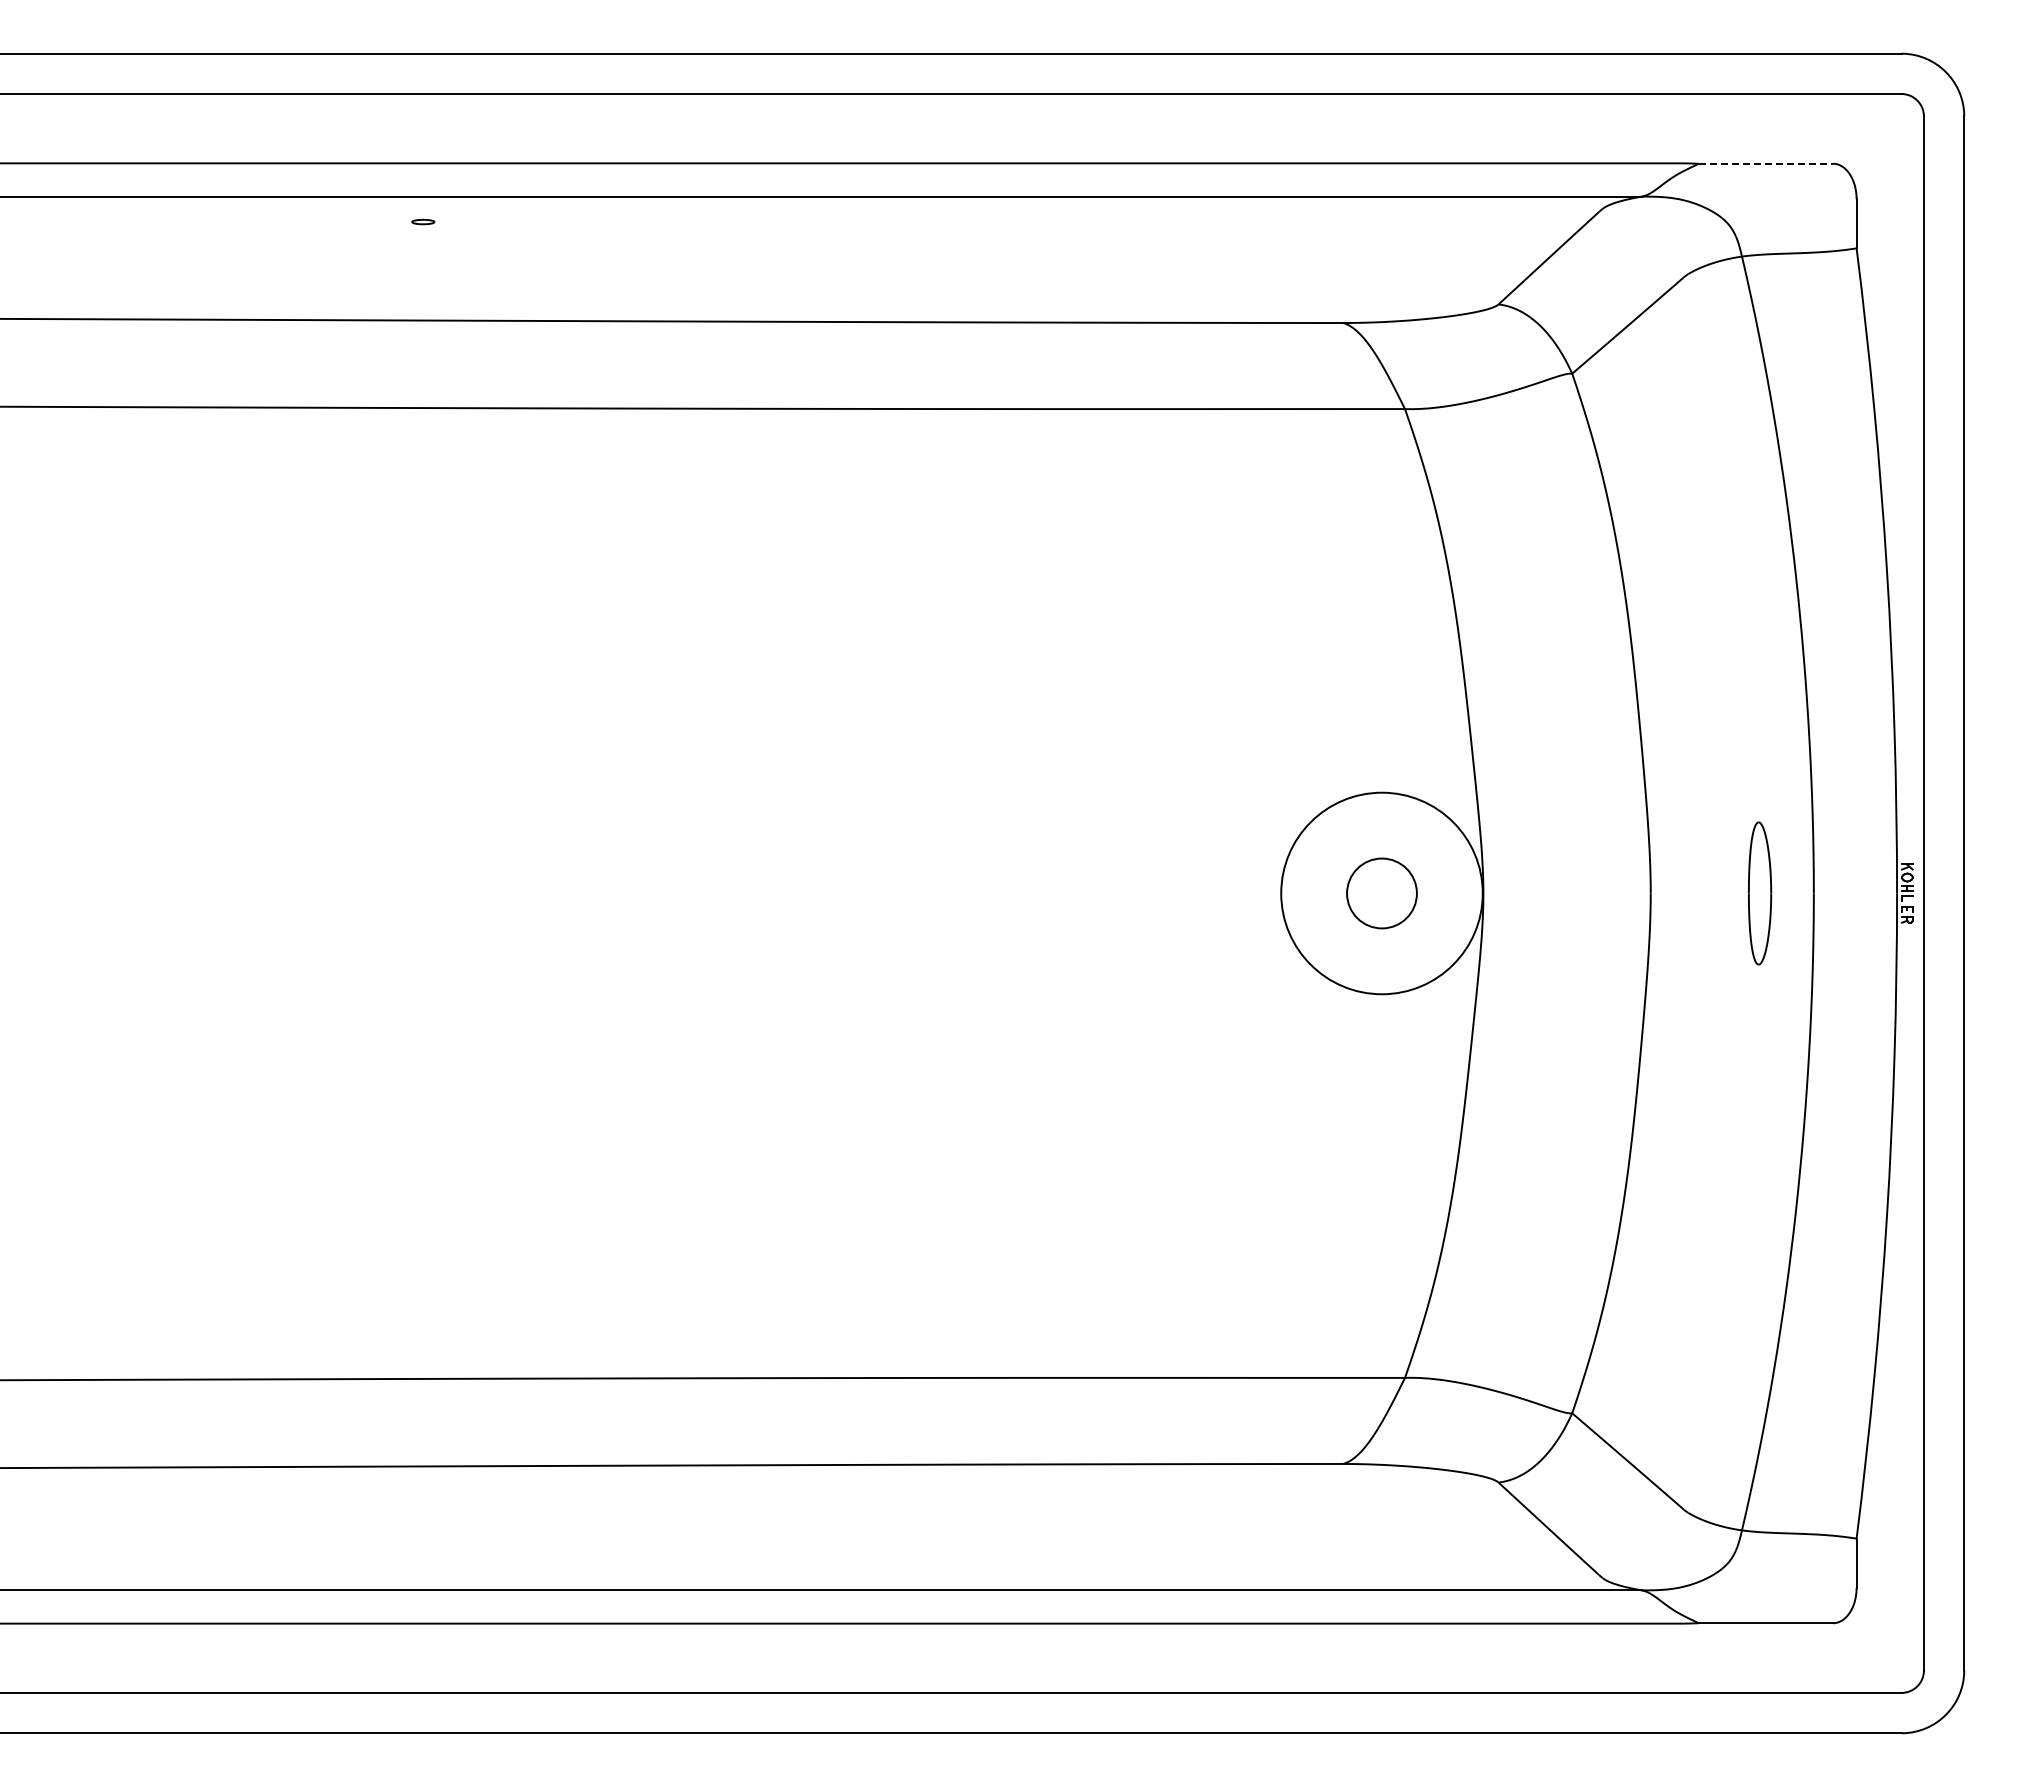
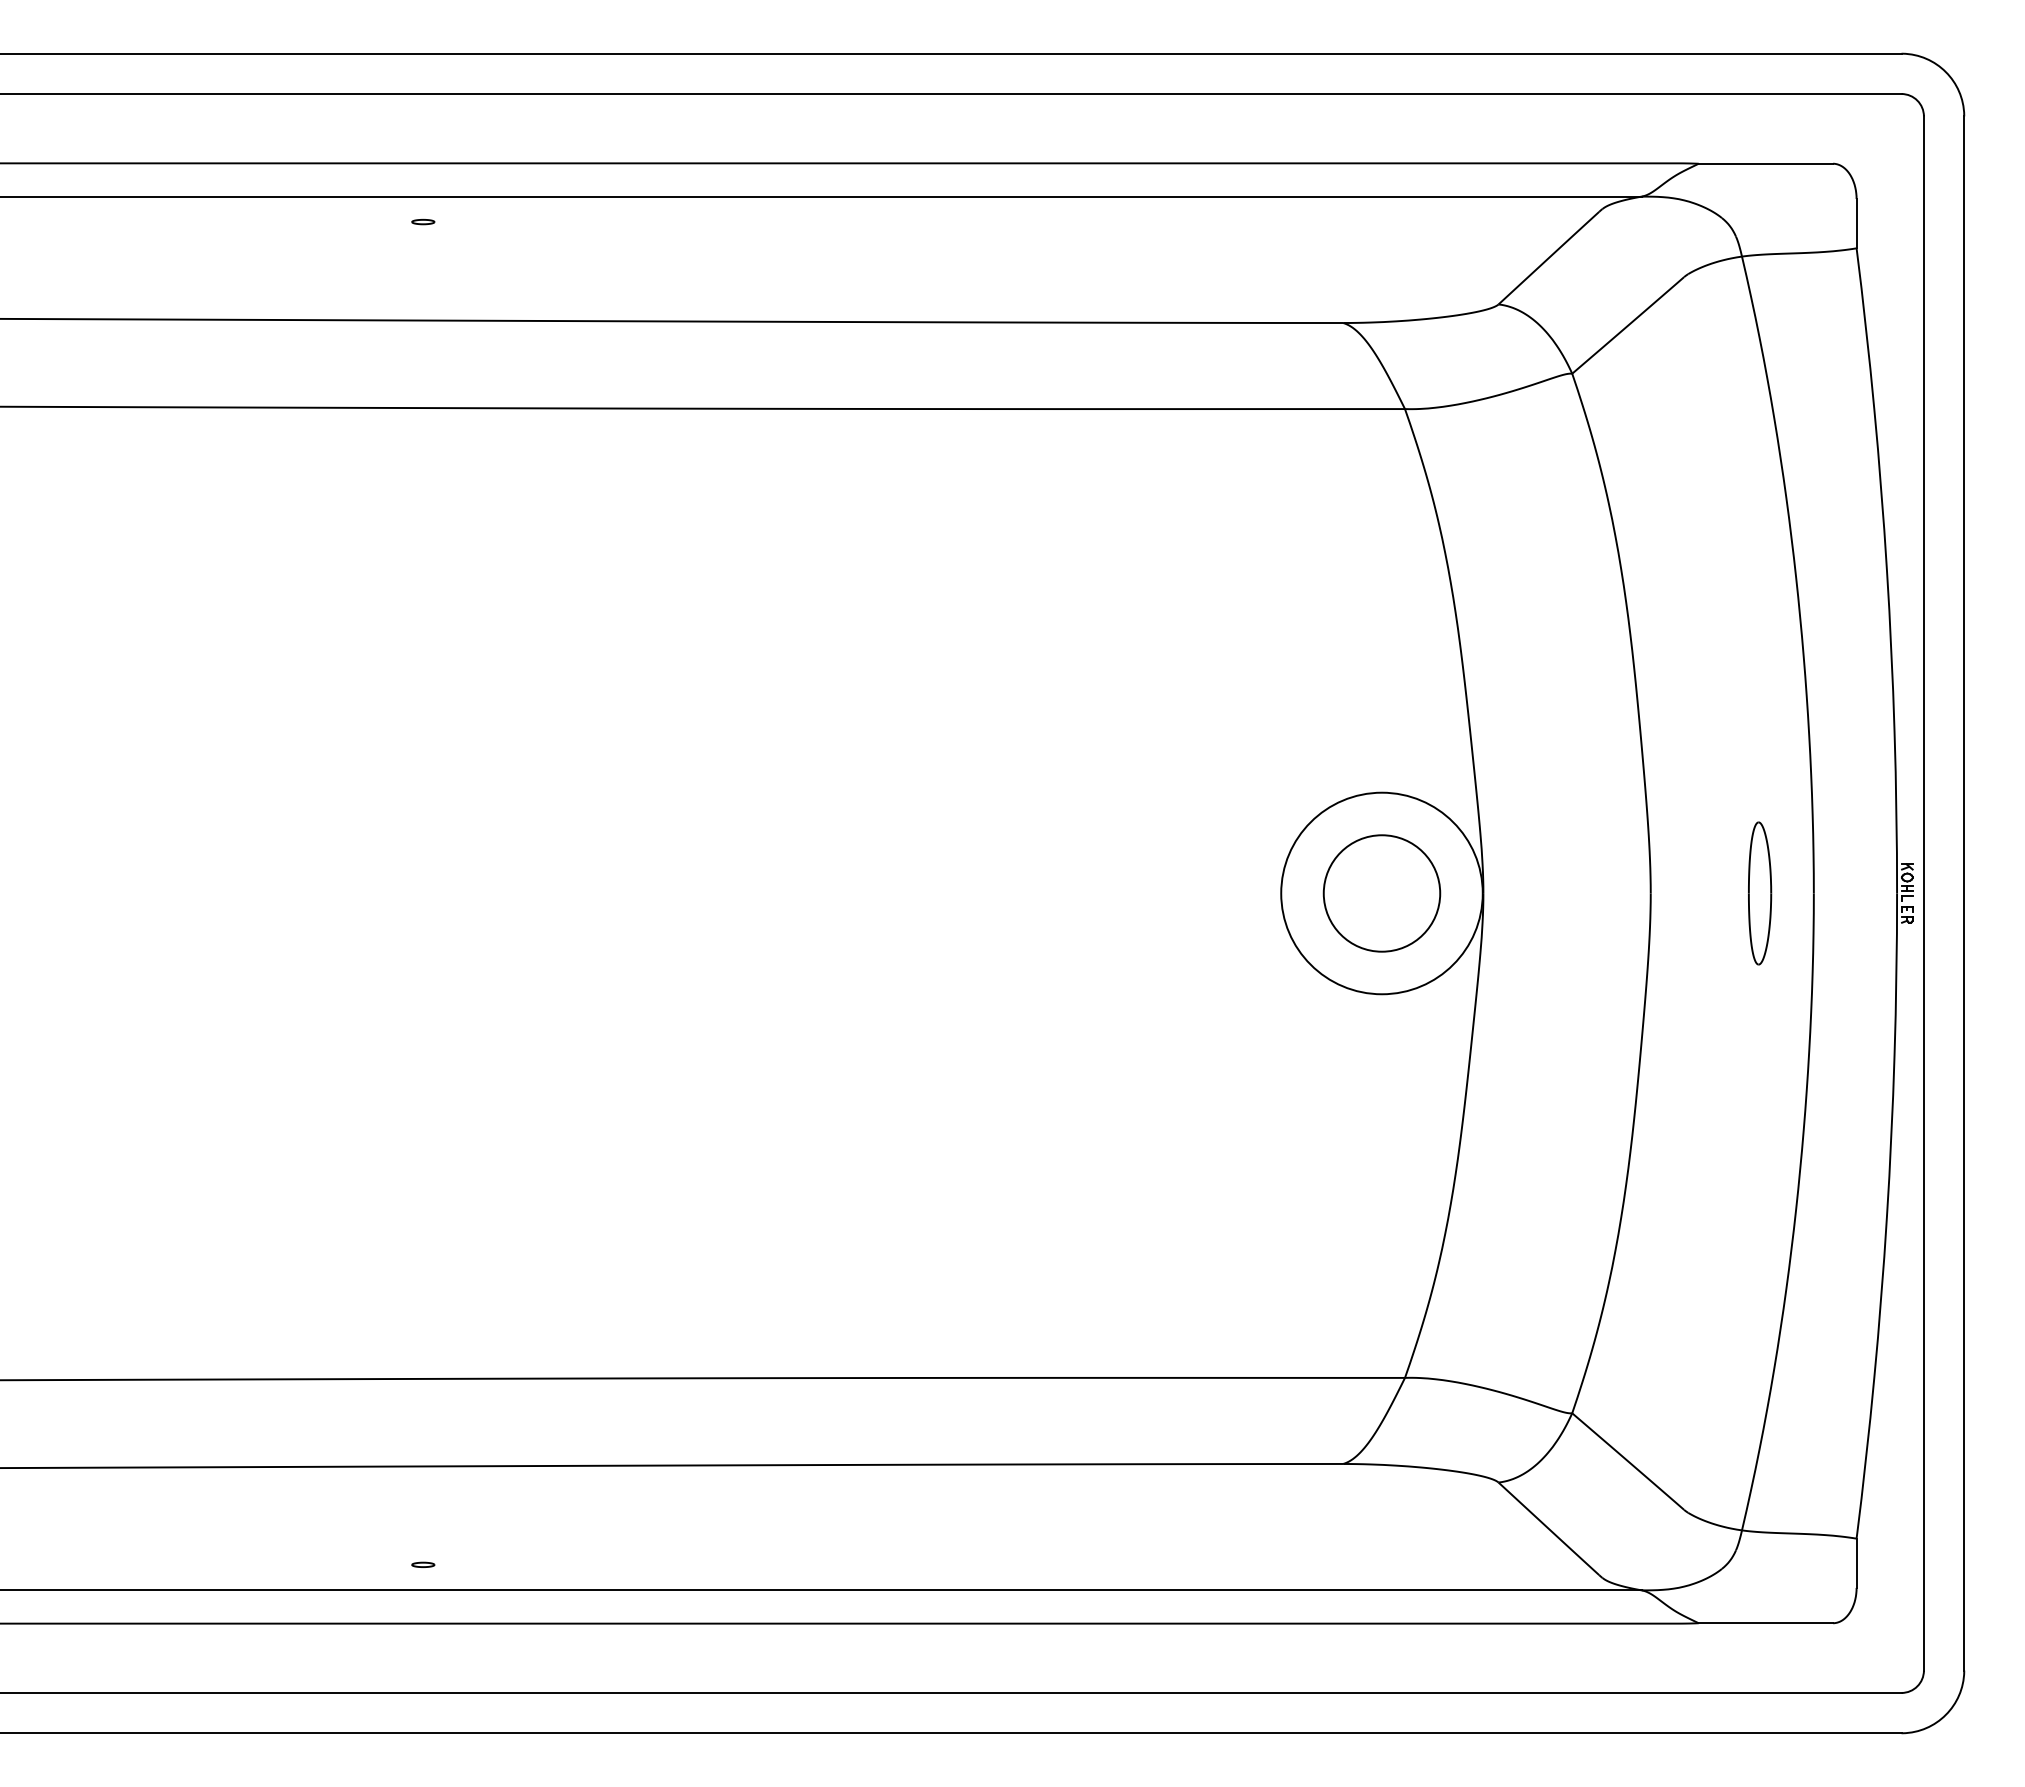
line at (1766, 163): dashed -> solid
circle at (1381, 893) diameter: 70 px -> 116 px
part at (423, 1564): none -> present
